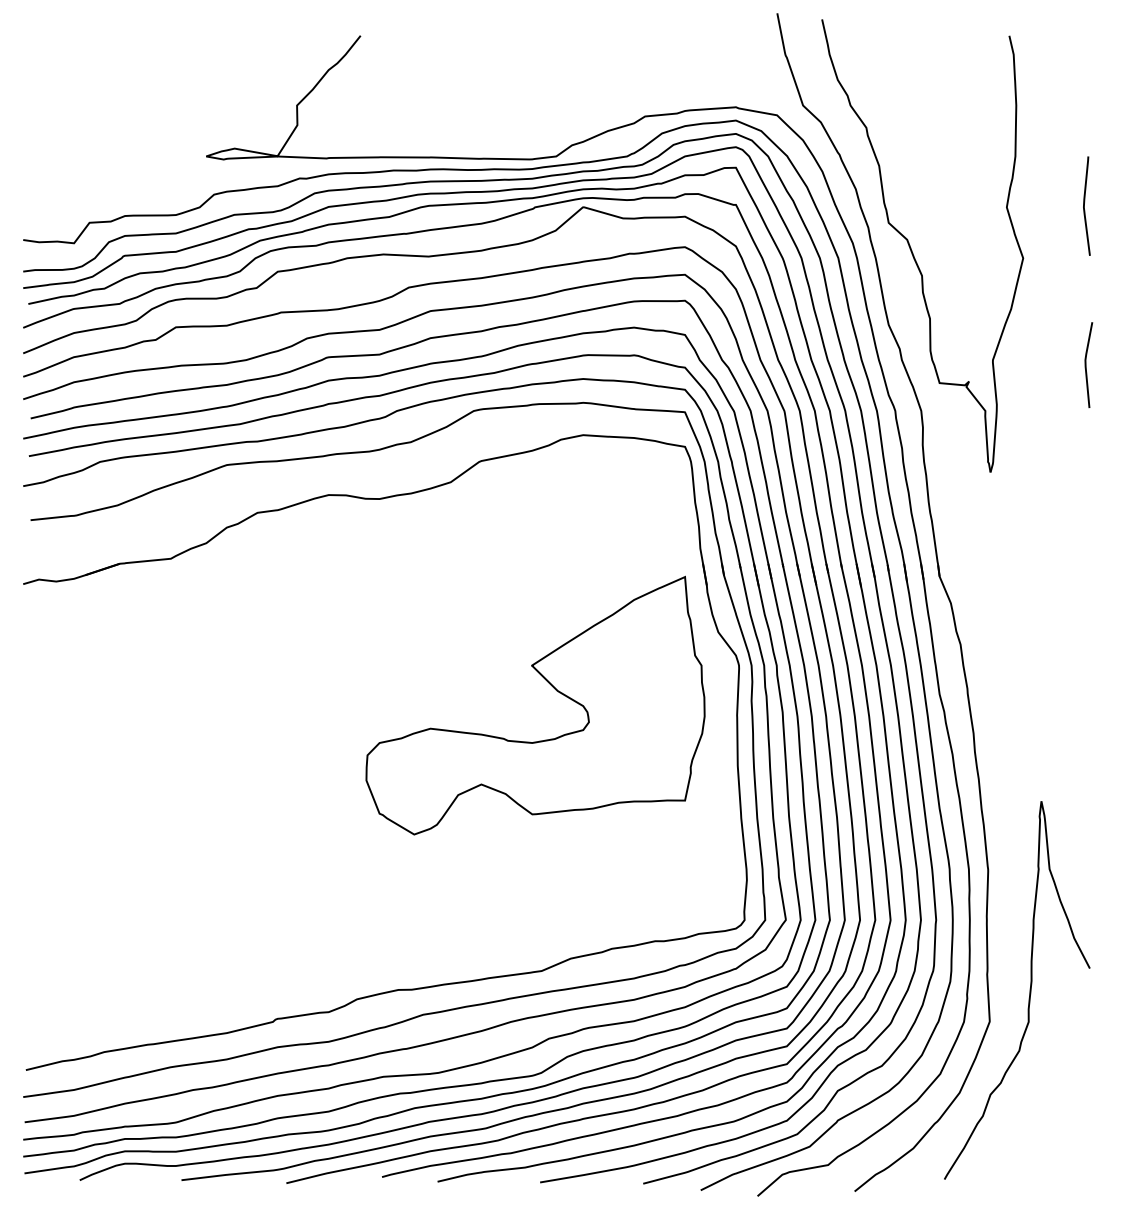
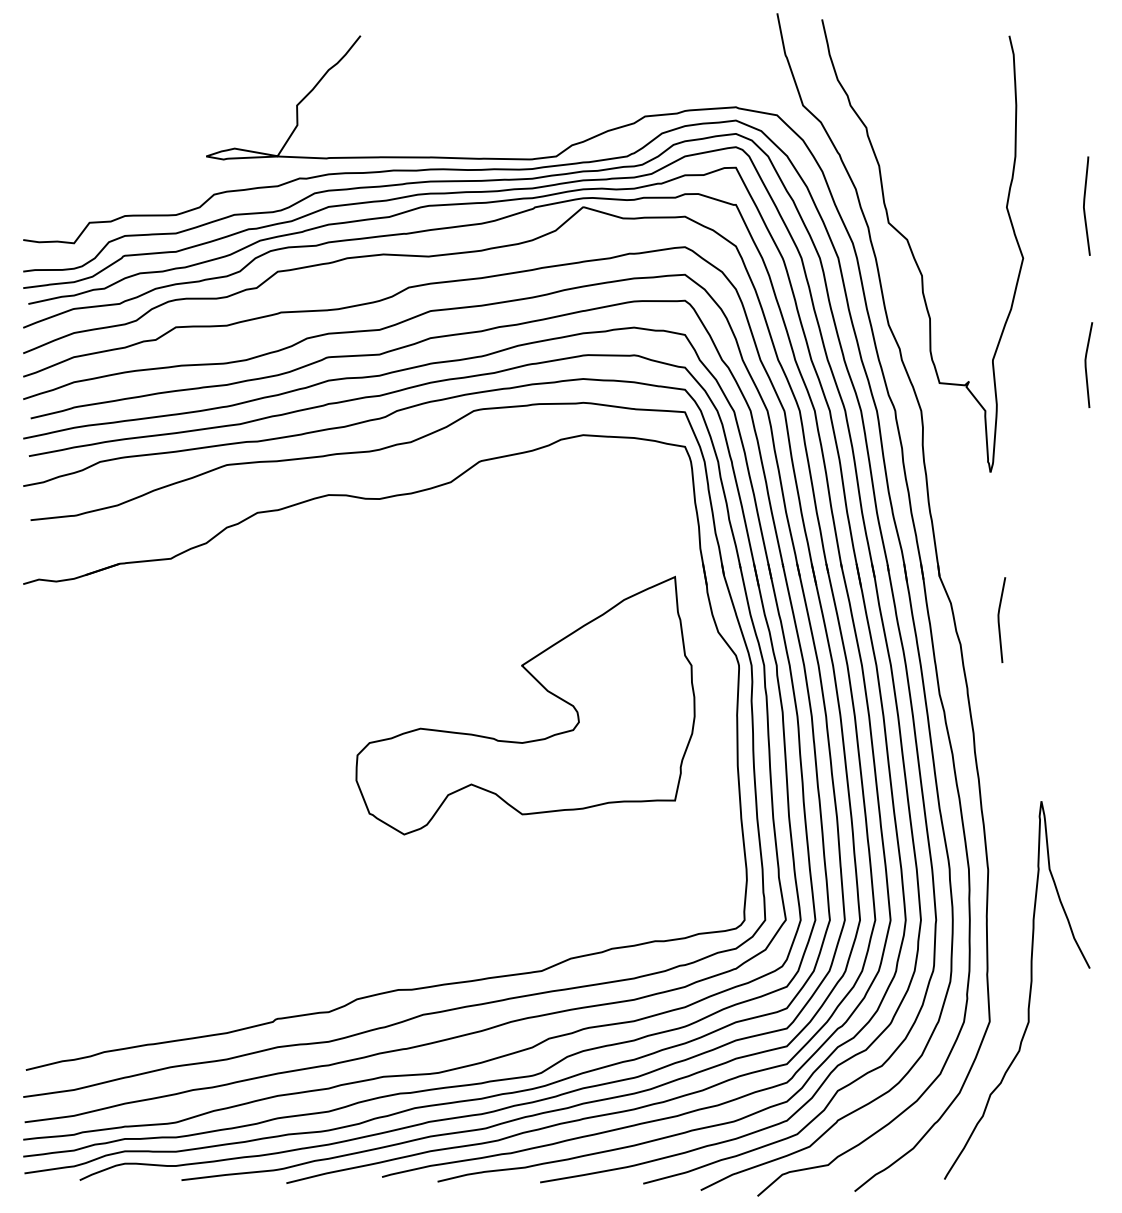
line at (999, 619): none -> present
part at (552, 687) position: (552, 687) -> (542, 687)
